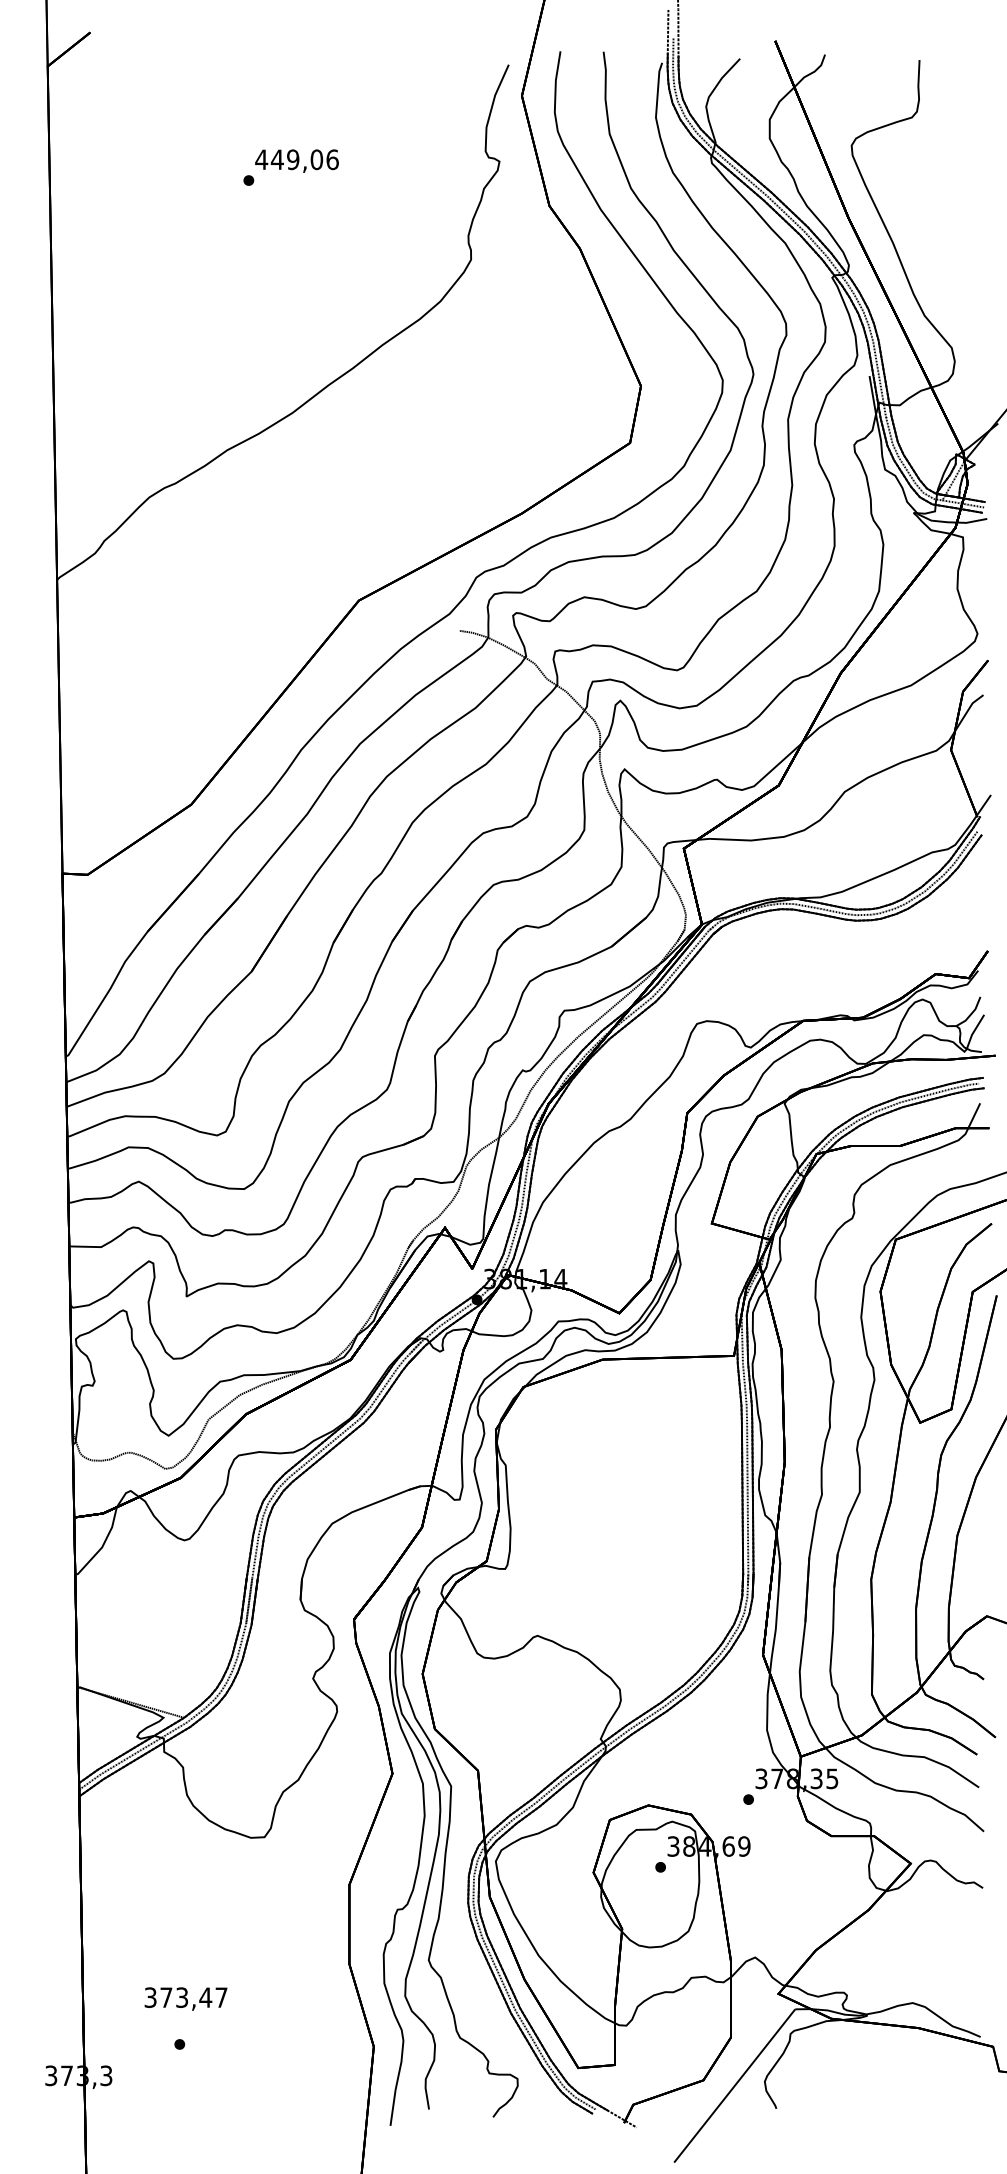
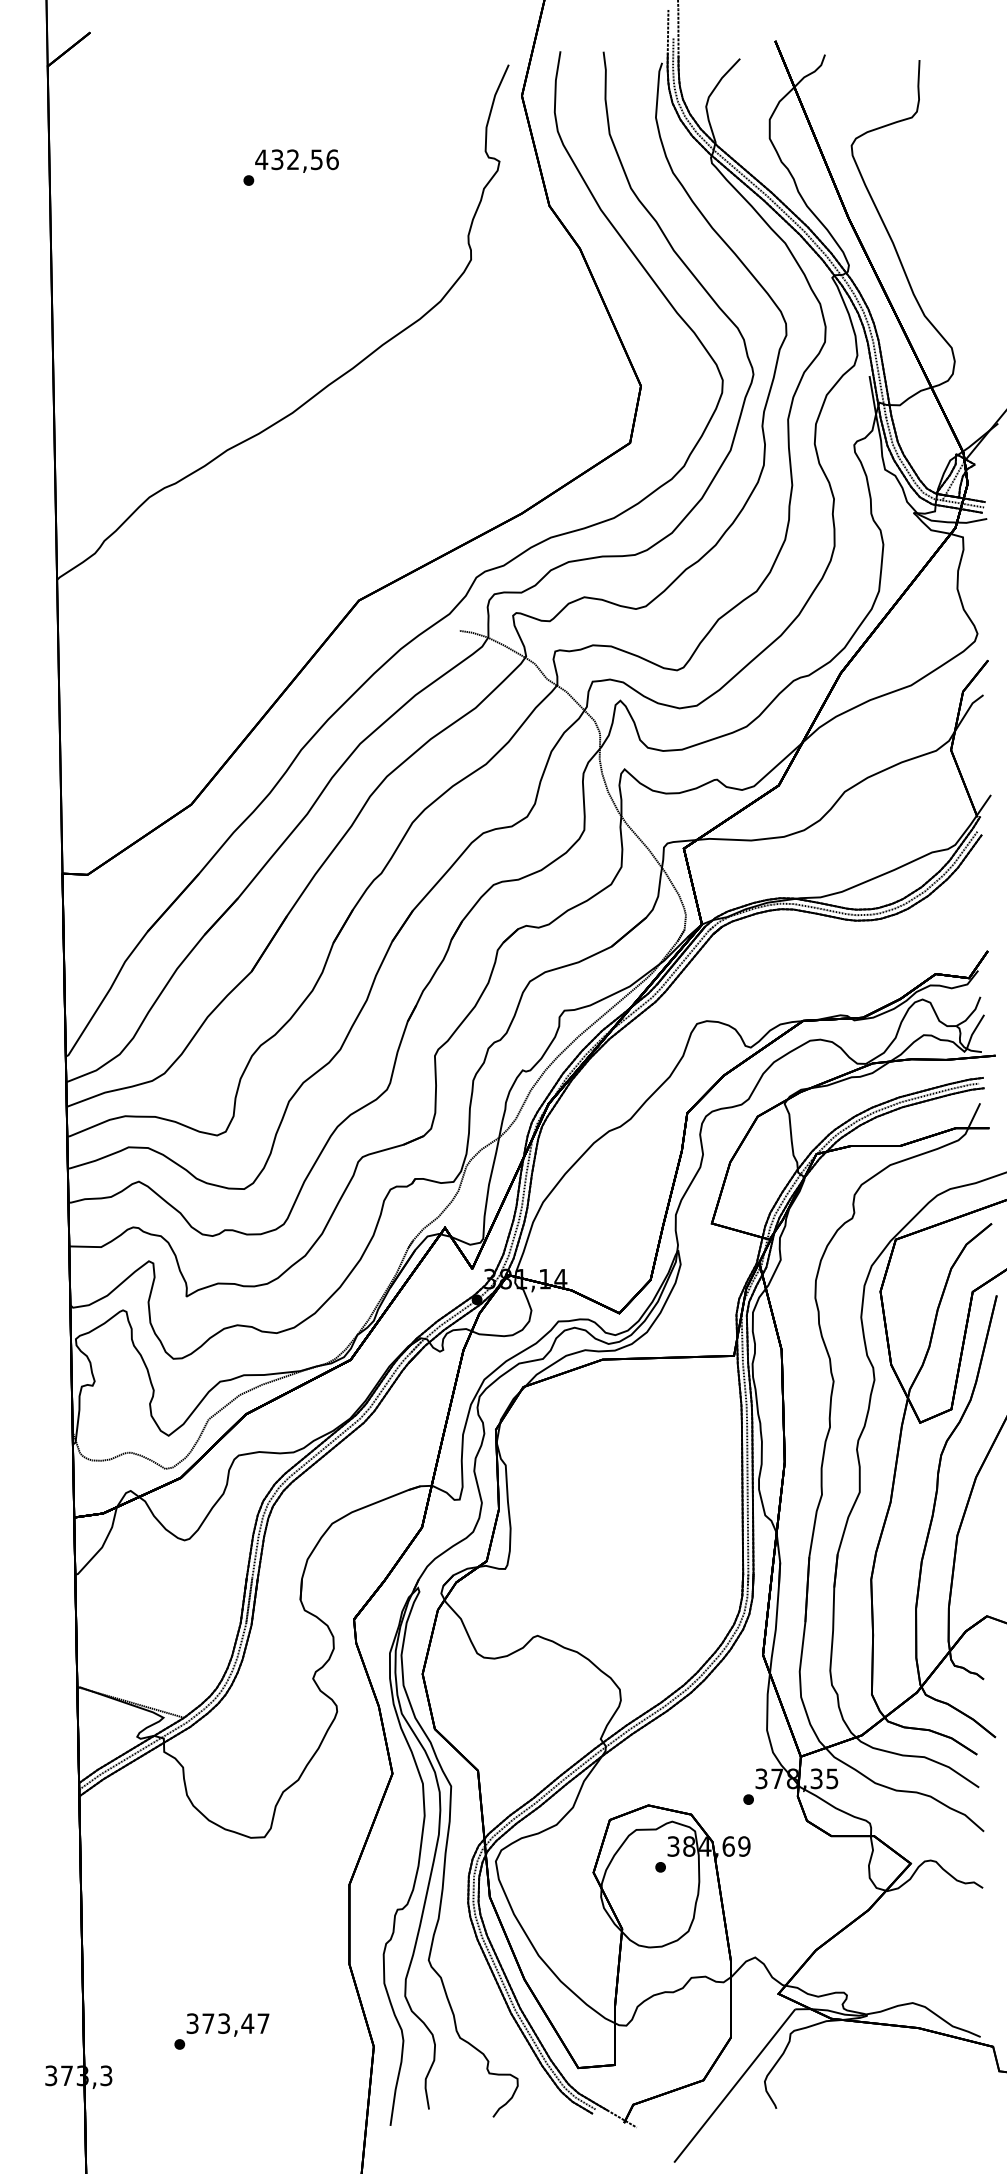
text at (296, 159): 449,06 -> 432,56
text at (185, 1998) position: (185, 1998) -> (227, 2024)
